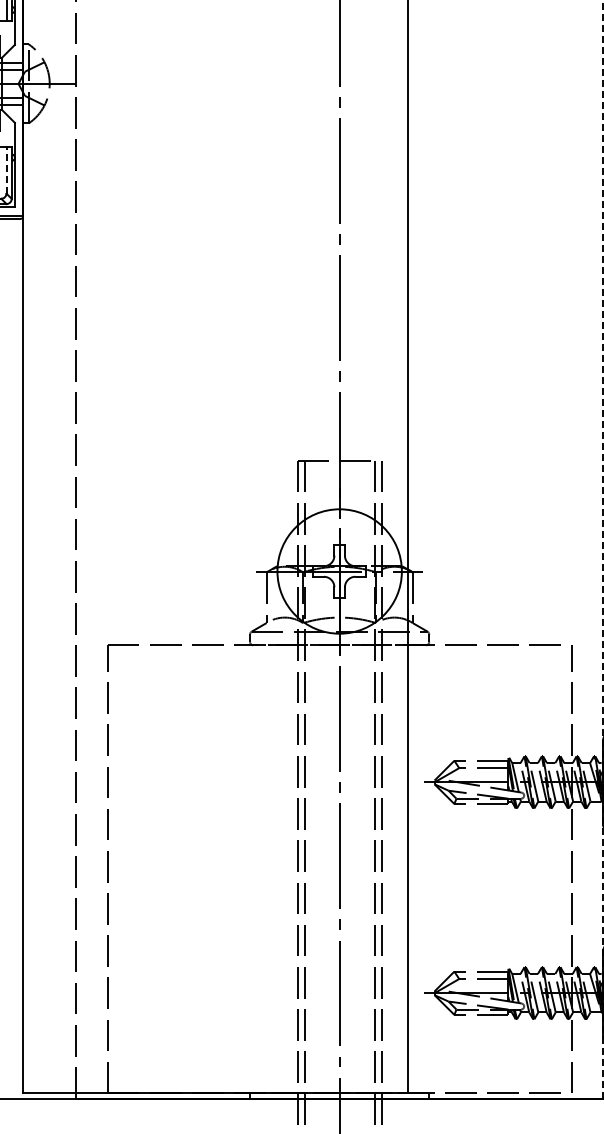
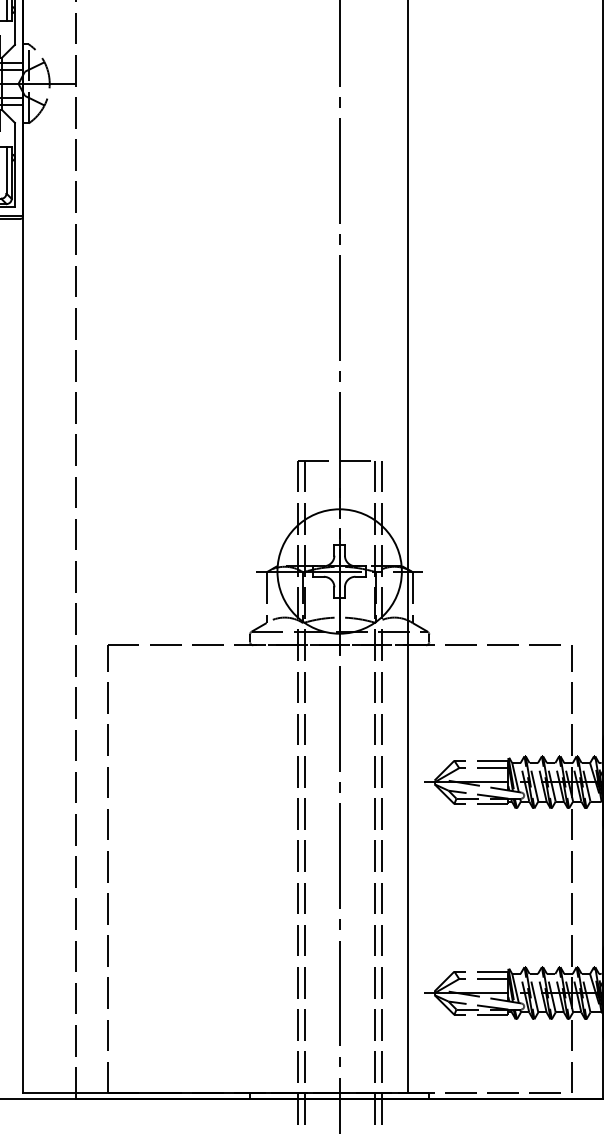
line at (6, 169): dashed -> solid
line at (603, 549): dashed -> solid
